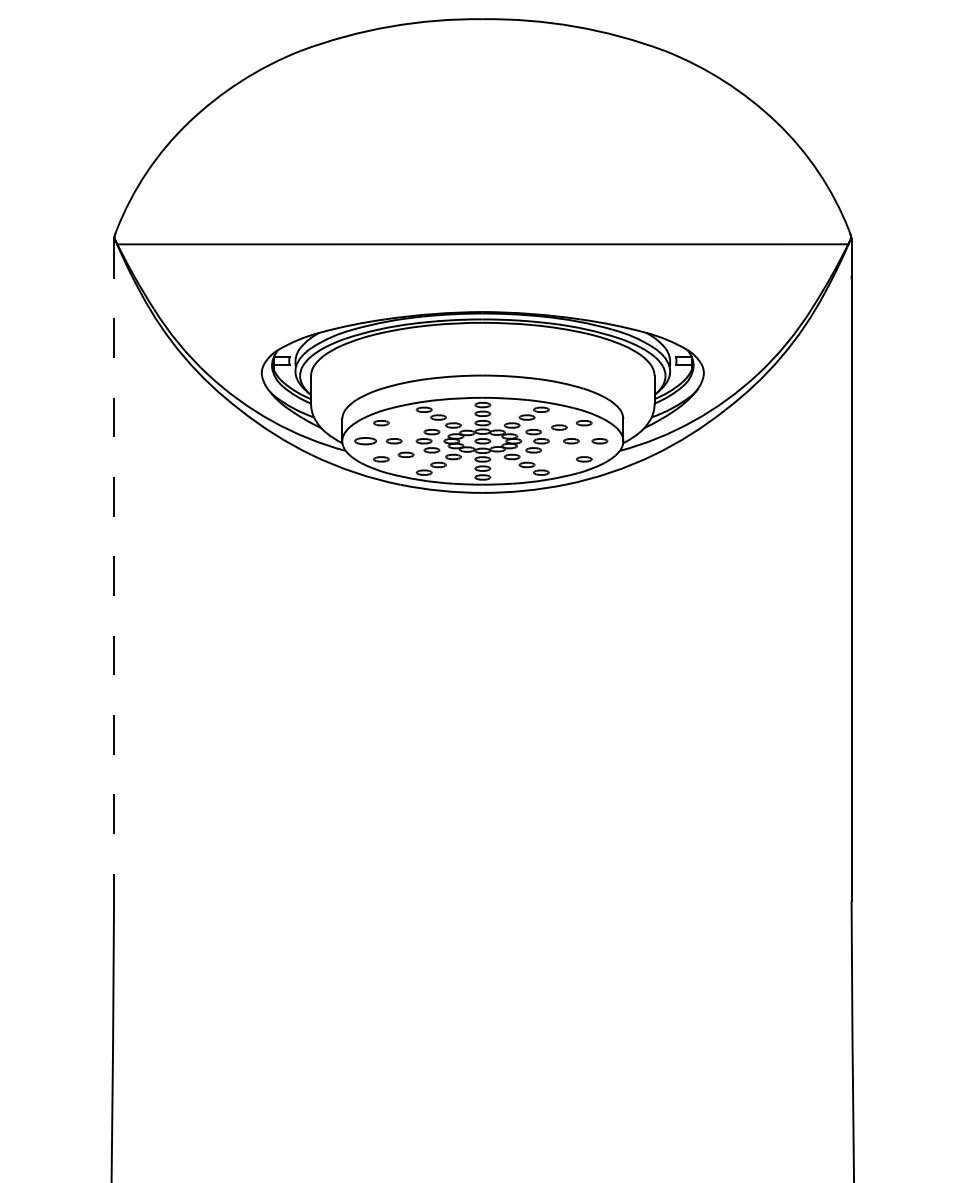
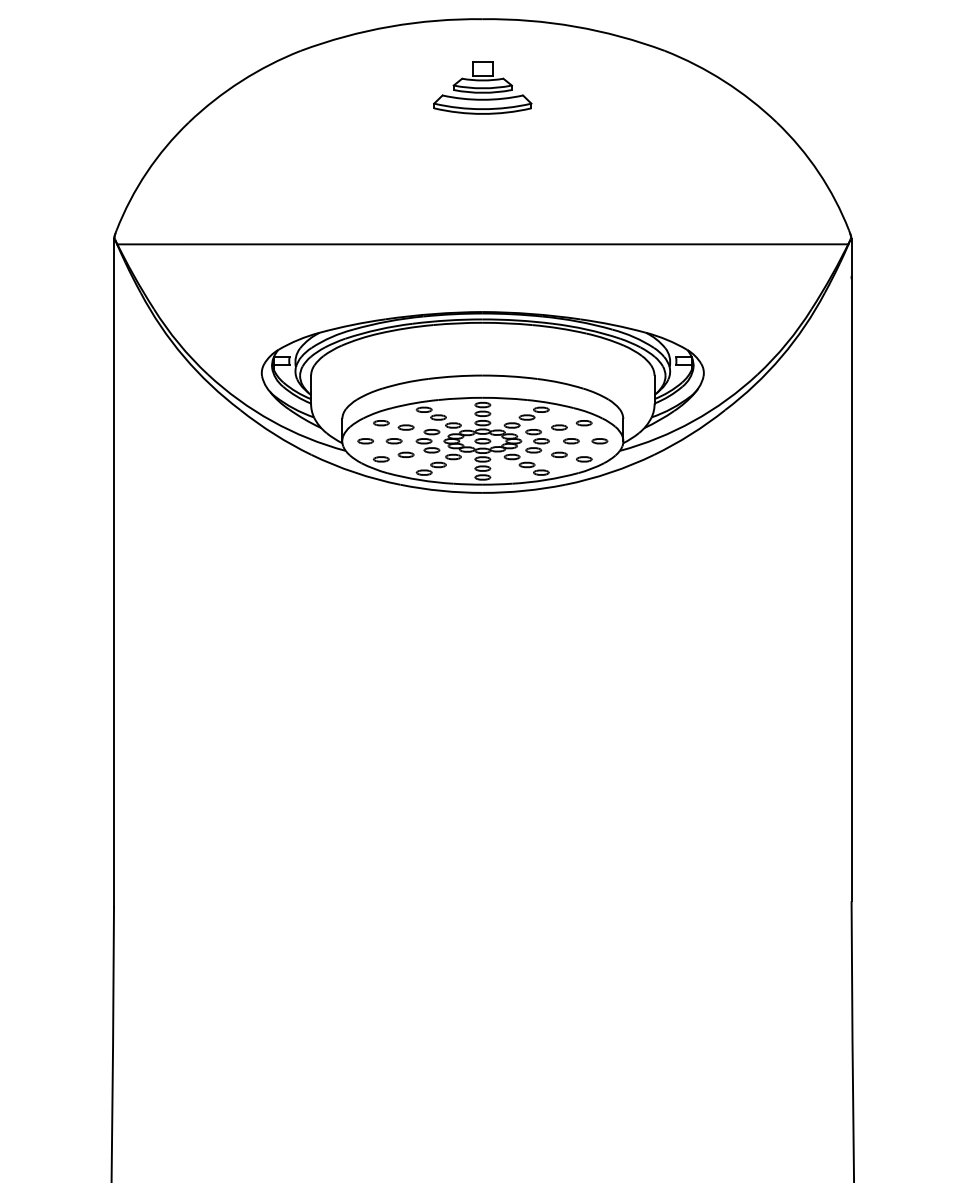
part at (482, 87): none -> present
part at (405, 427): none -> present
part at (365, 441) size: 23x9 px -> 18x7 px
part at (559, 454): none -> present
line at (114, 572): dashed -> solid
